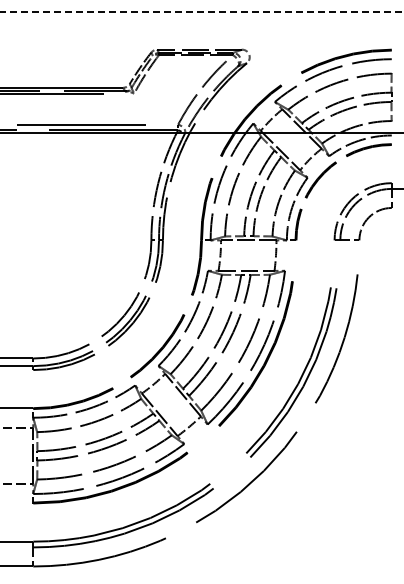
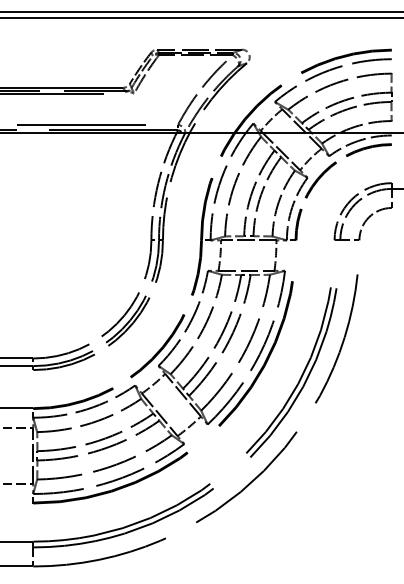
line at (201, 11): dashed -> solid
line at (201, 17): none -> present
